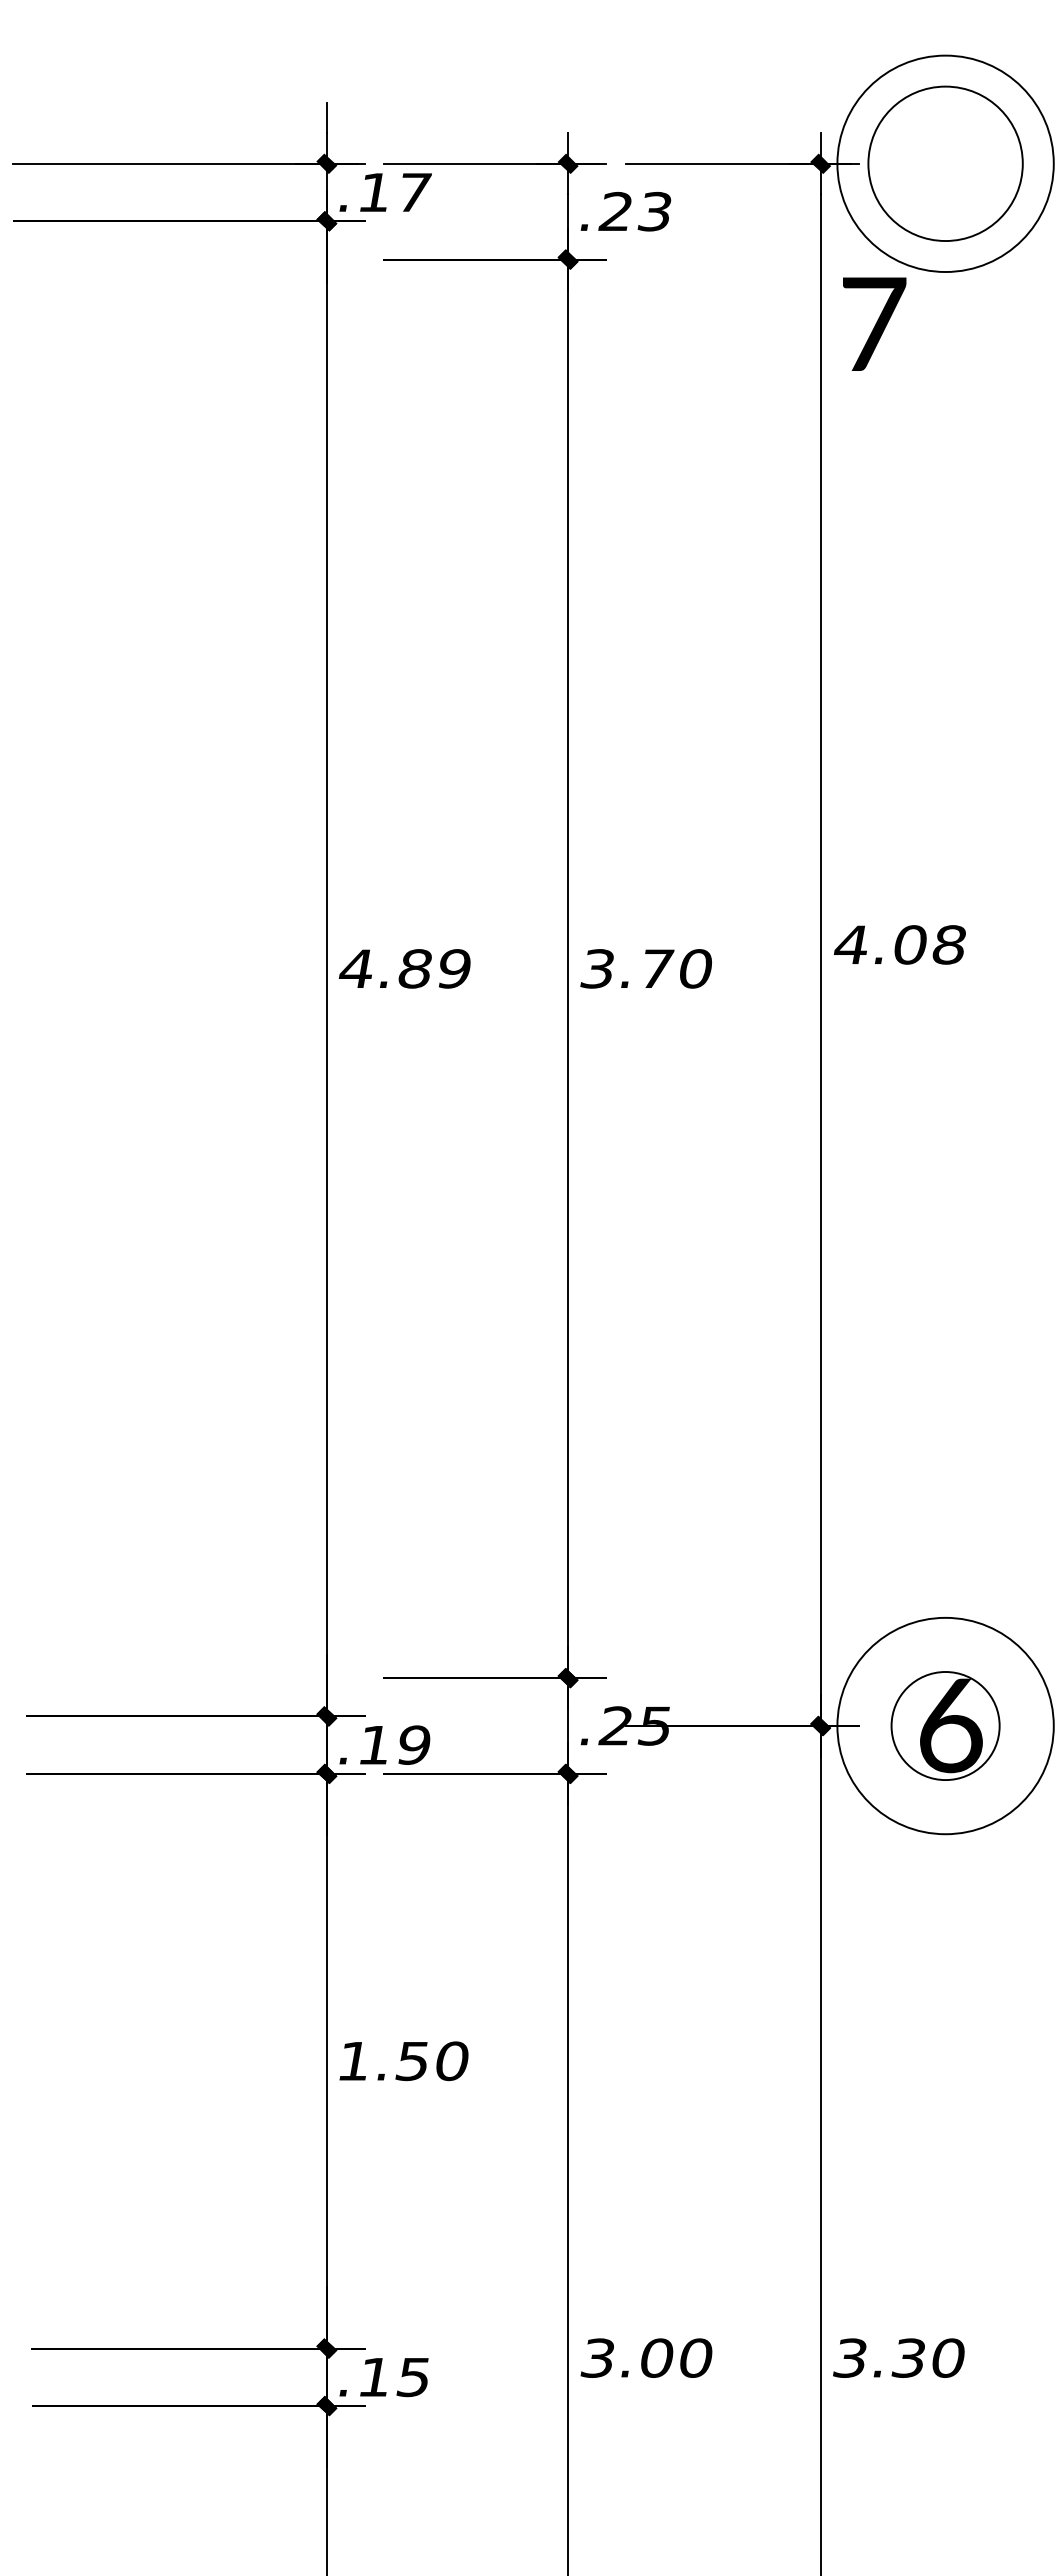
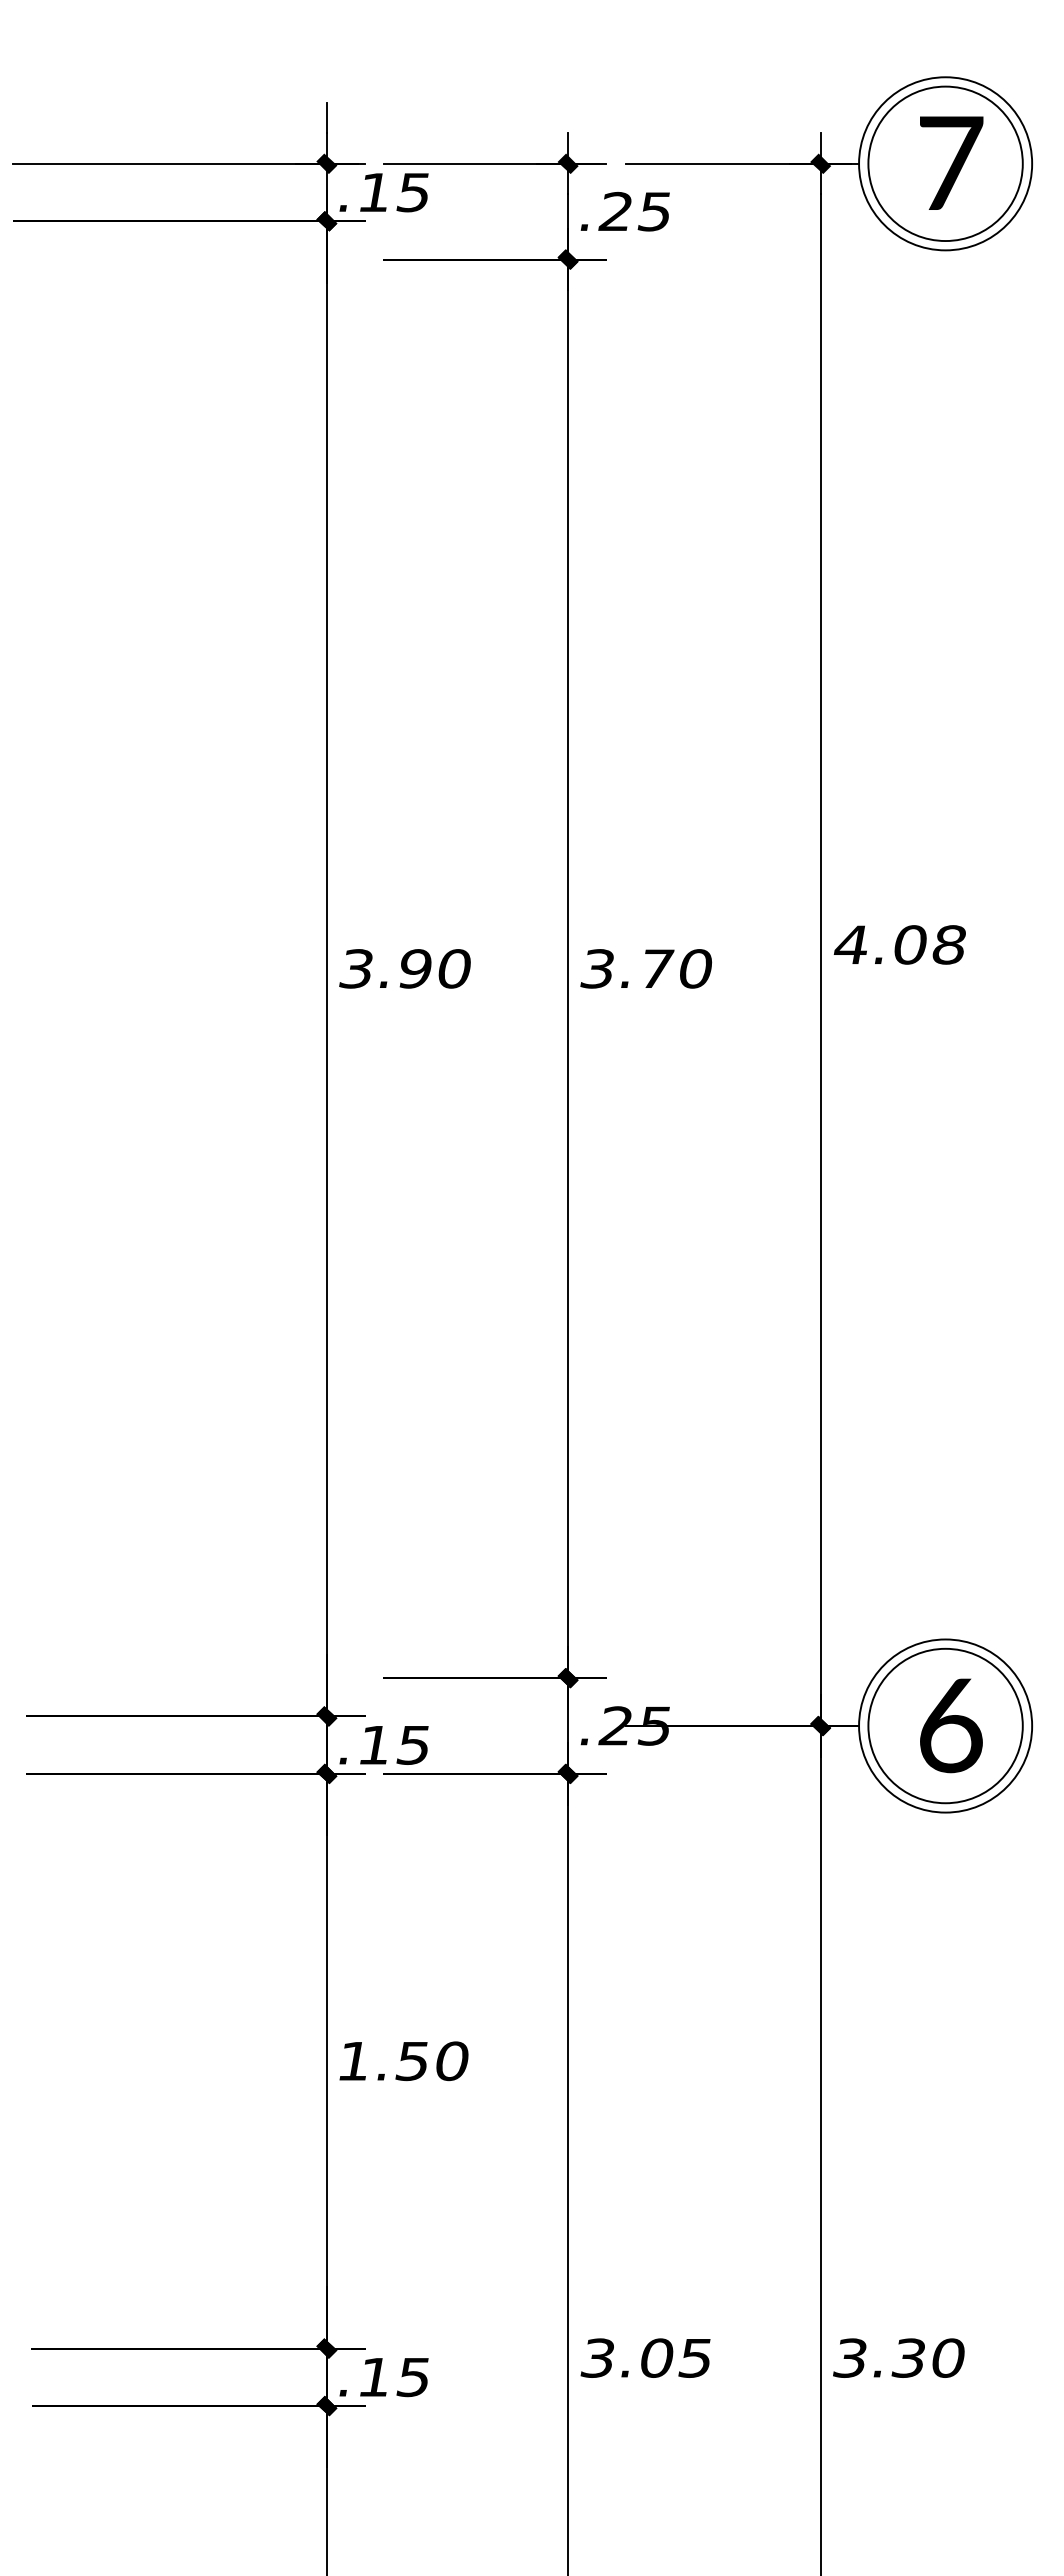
circle at (945, 163) diameter: 216 px -> 173 px
text at (413, 192): .17 -> .15
text at (654, 210): .23 -> .25
text at (874, 323) position: (874, 323) -> (951, 162)
text at (404, 968): 4.89 -> 3.90
circle at (945, 1725) diameter: 216 px -> 173 px
circle at (945, 1726) diameter: 108 px -> 154 px
text at (413, 1744): .19 -> .15
text at (695, 2357): 3.00 -> 3.05
